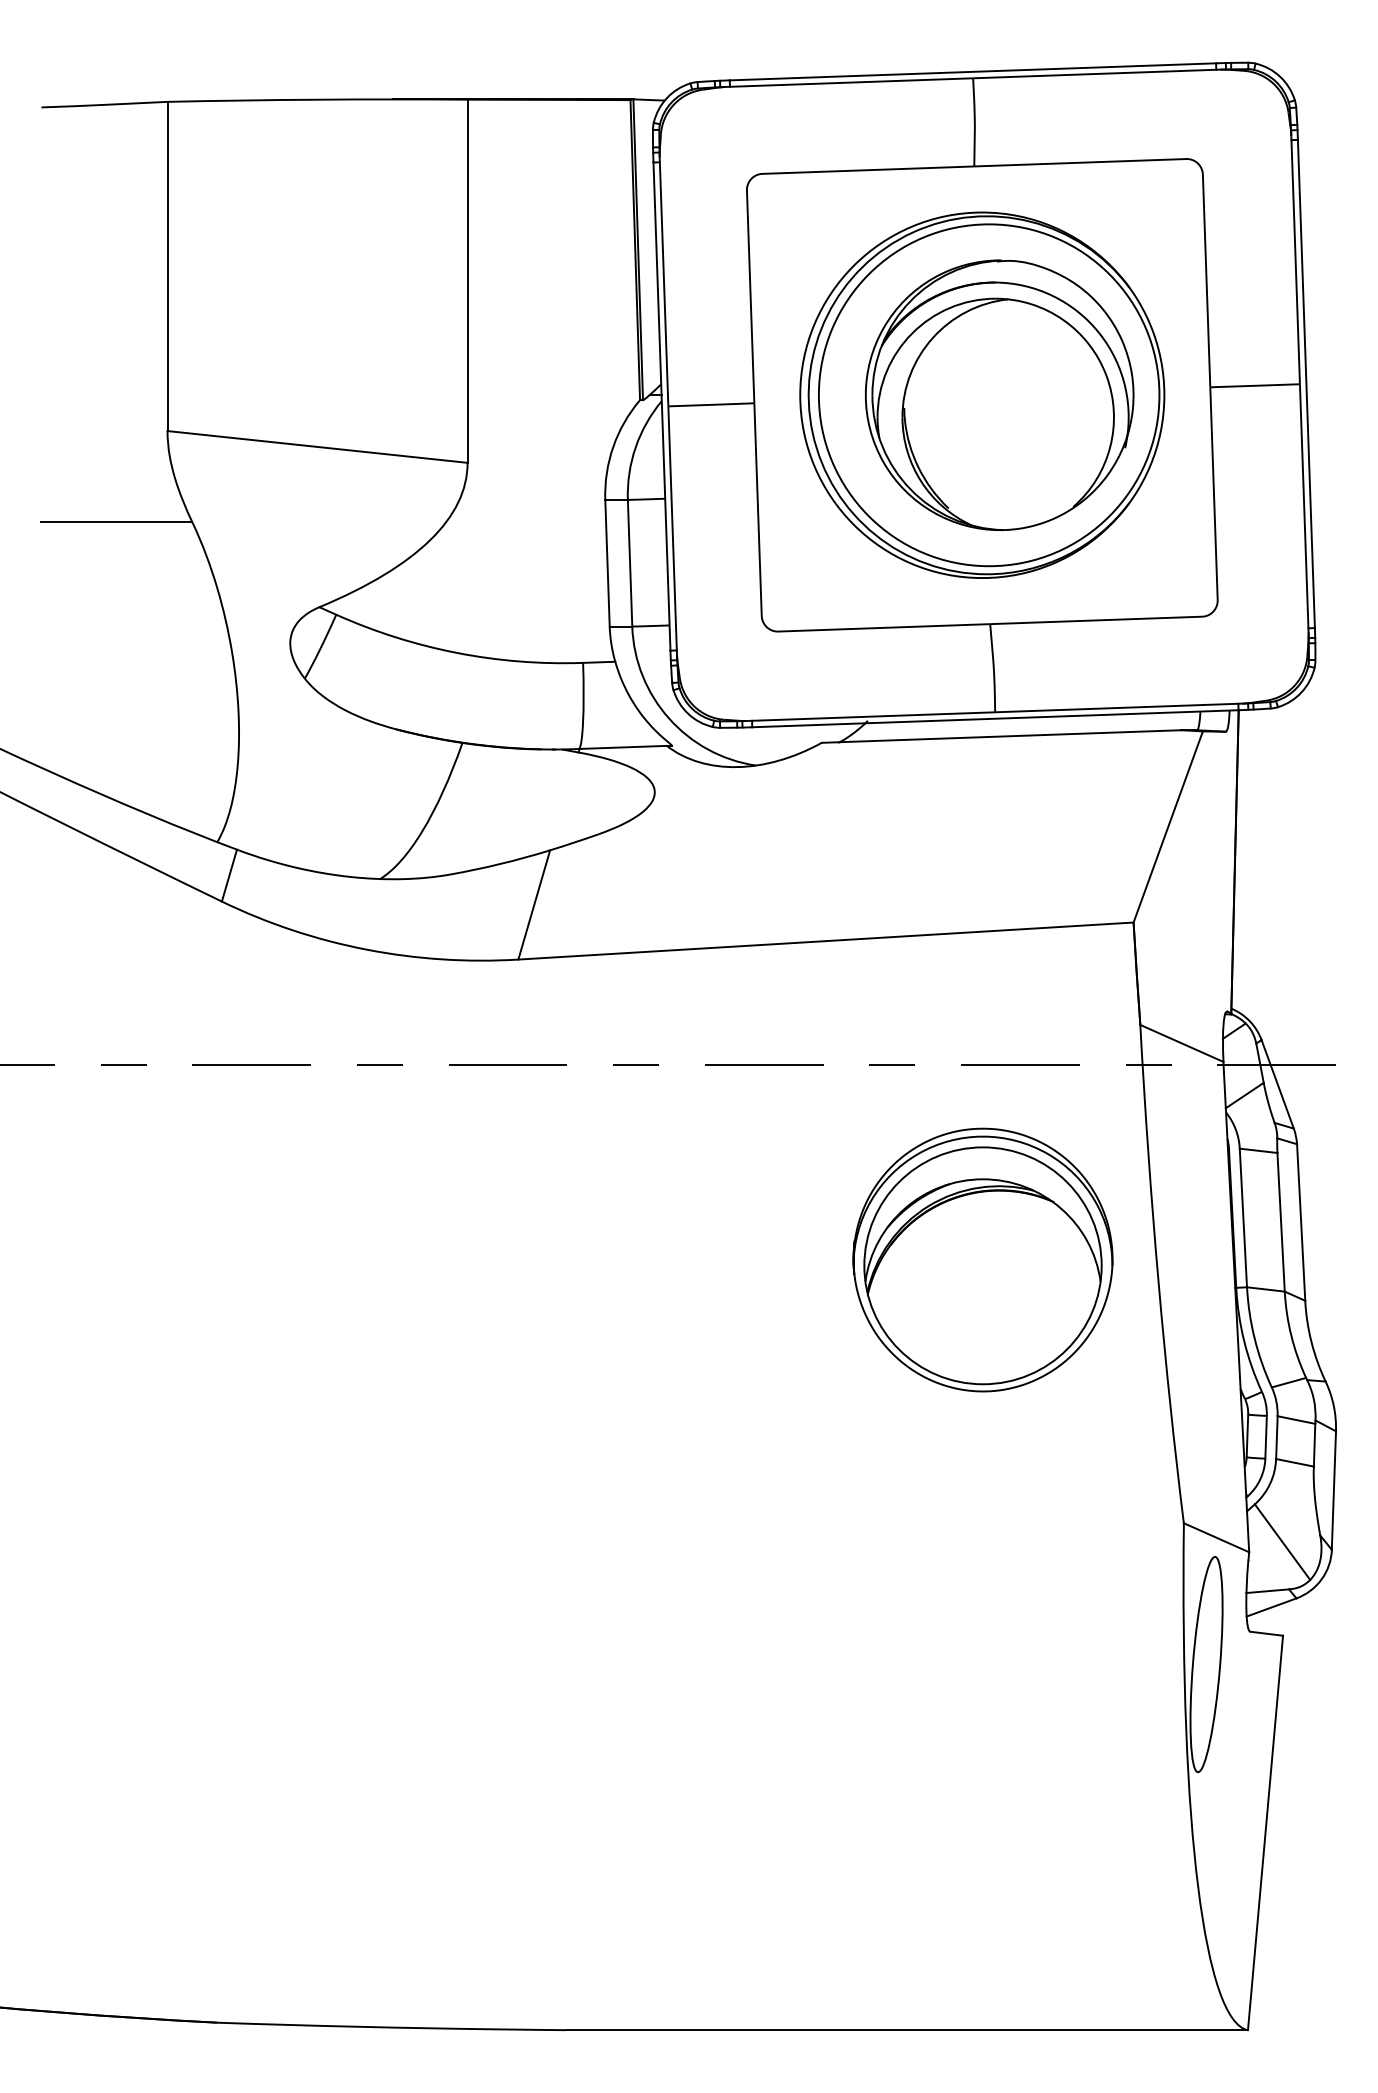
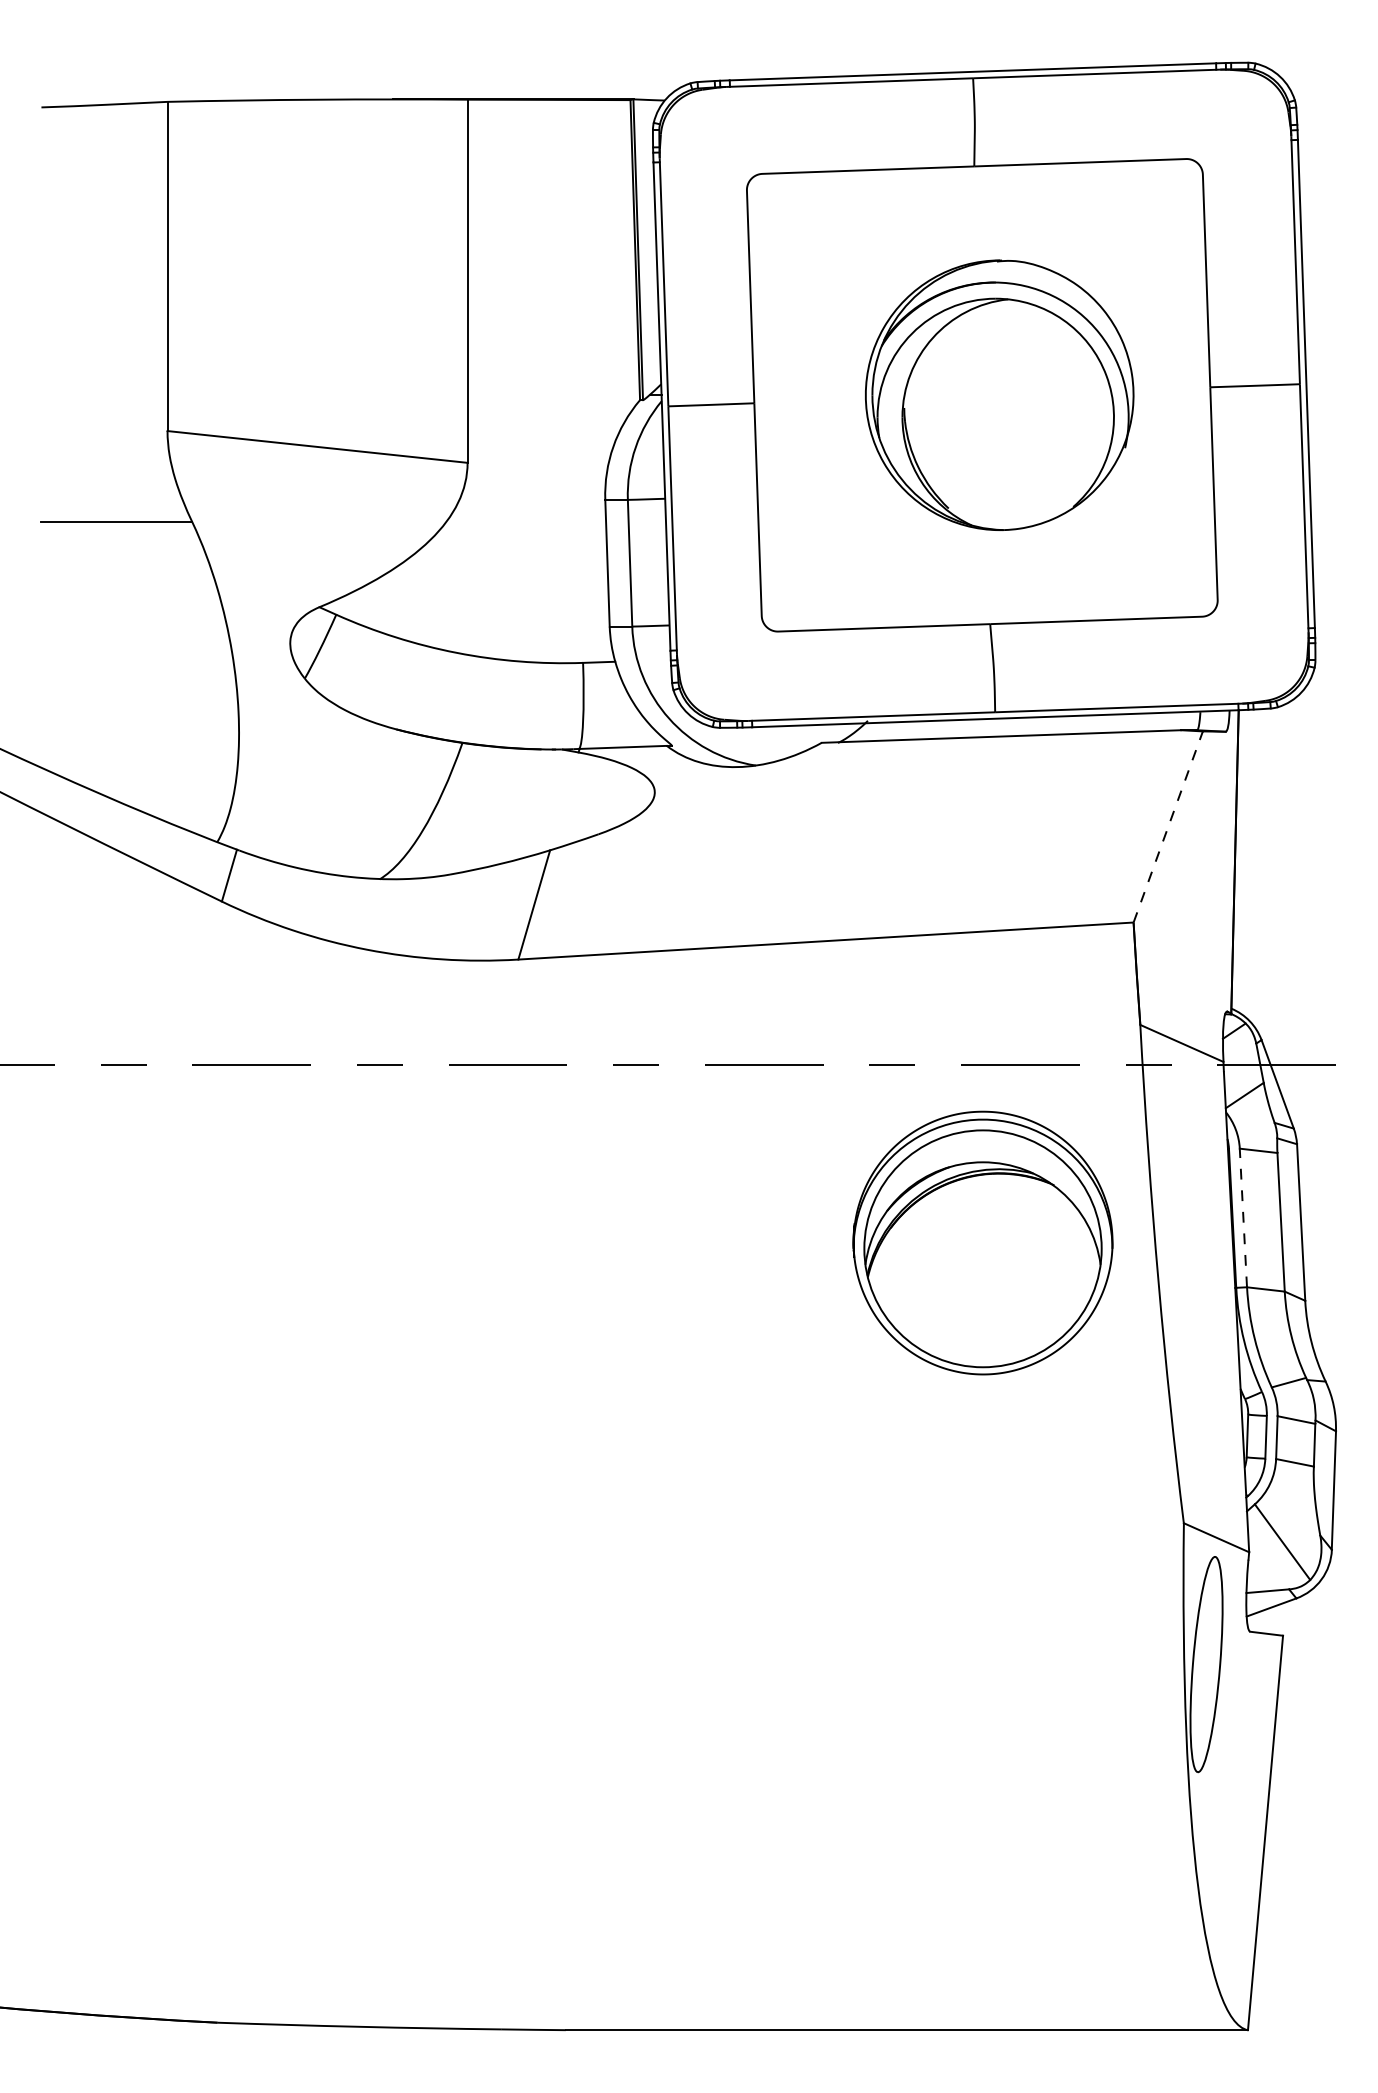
part at (982, 394): present -> none
line at (1168, 826): solid -> dashed
line at (1243, 1217): solid -> dashed
part at (982, 1259) position: (982, 1259) -> (982, 1242)
